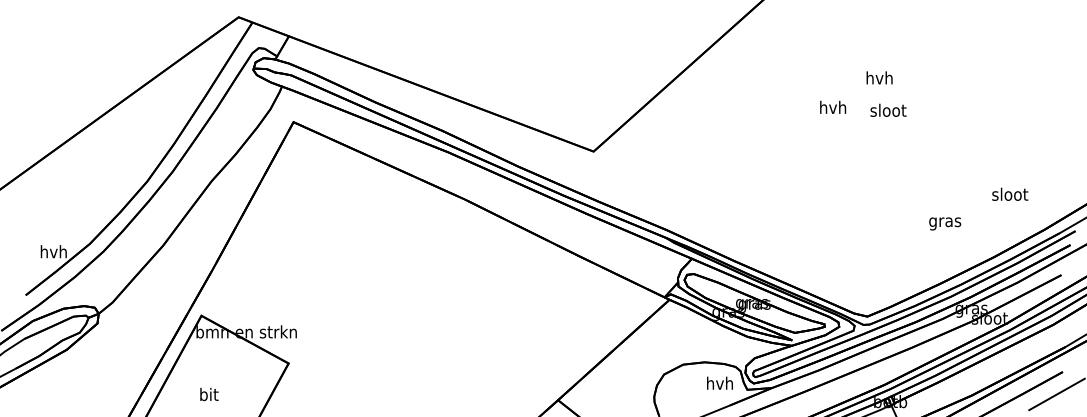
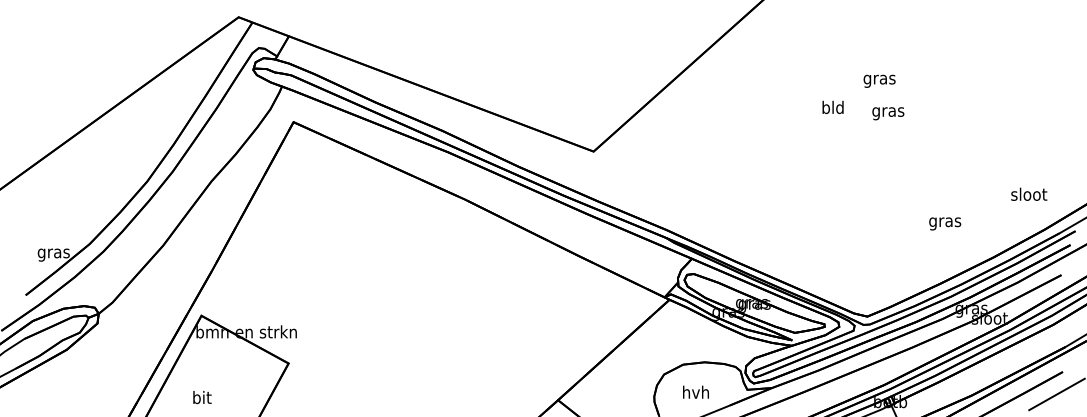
text at (879, 79): hvh -> gras
text at (833, 107): hvh -> bld
text at (888, 111): sloot -> gras
text at (1010, 193) position: (1010, 193) -> (1029, 193)
text at (53, 253): hvh -> gras
text at (719, 382) position: (719, 382) -> (695, 391)
text at (209, 394) position: (209, 394) -> (202, 397)
